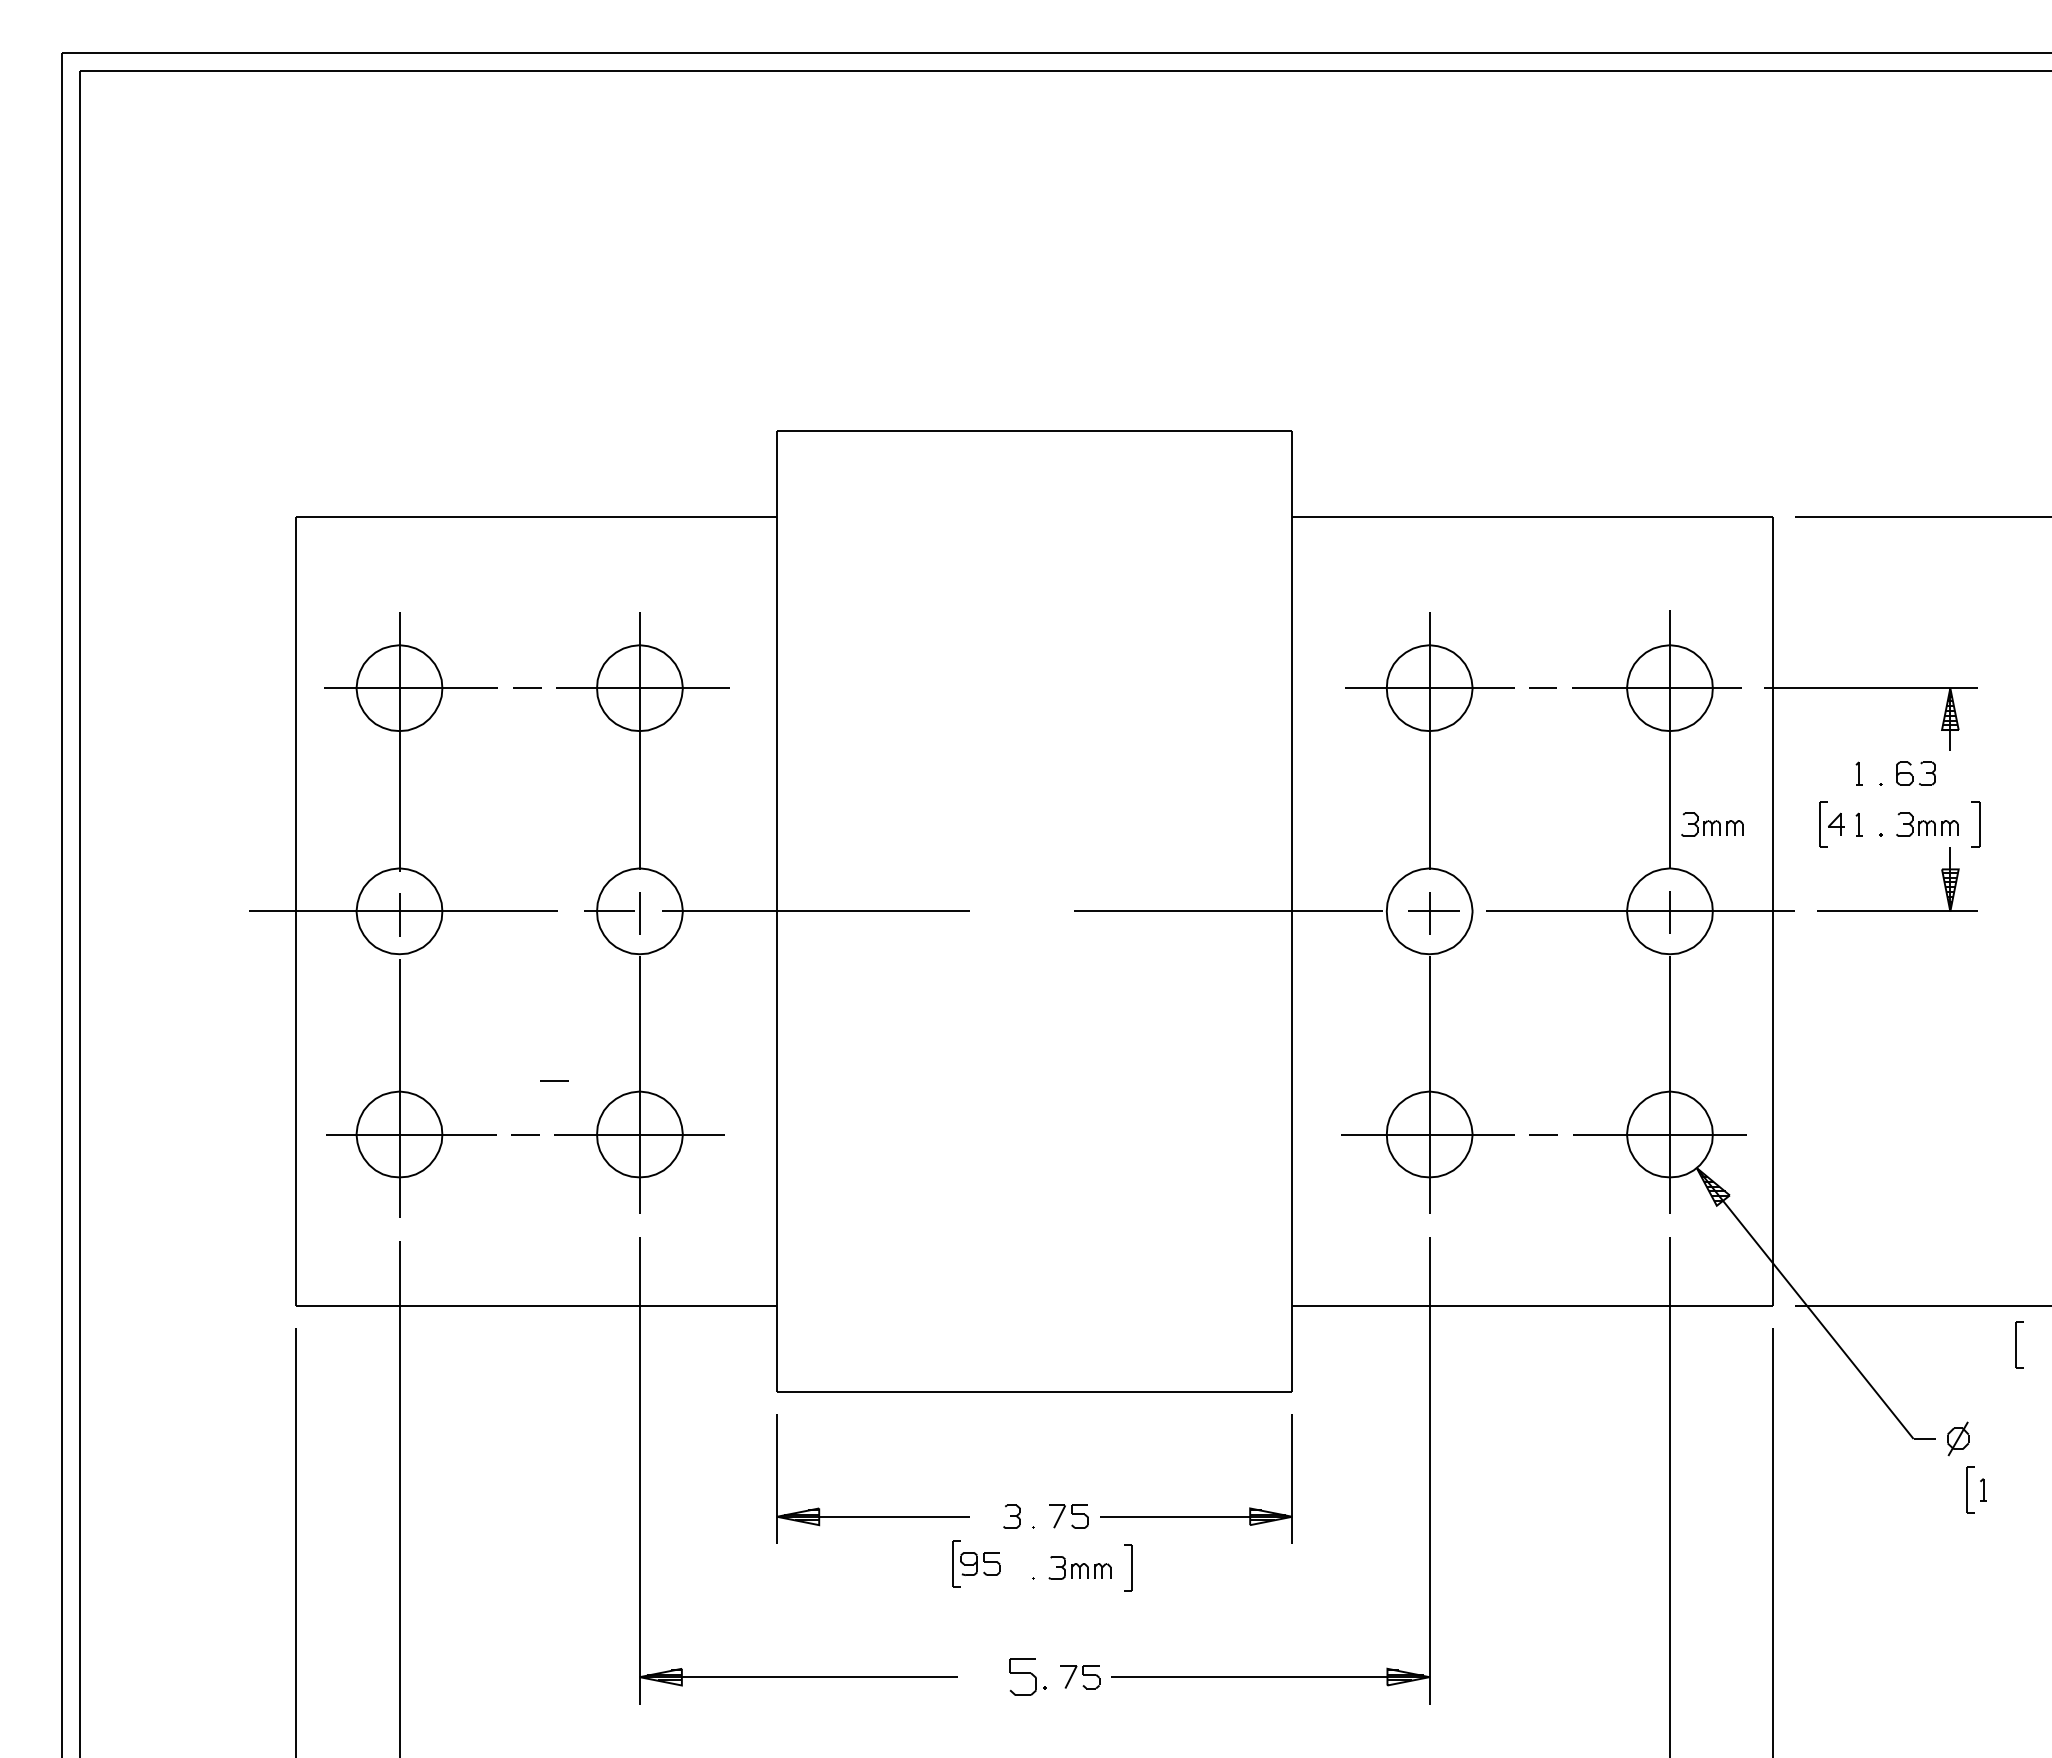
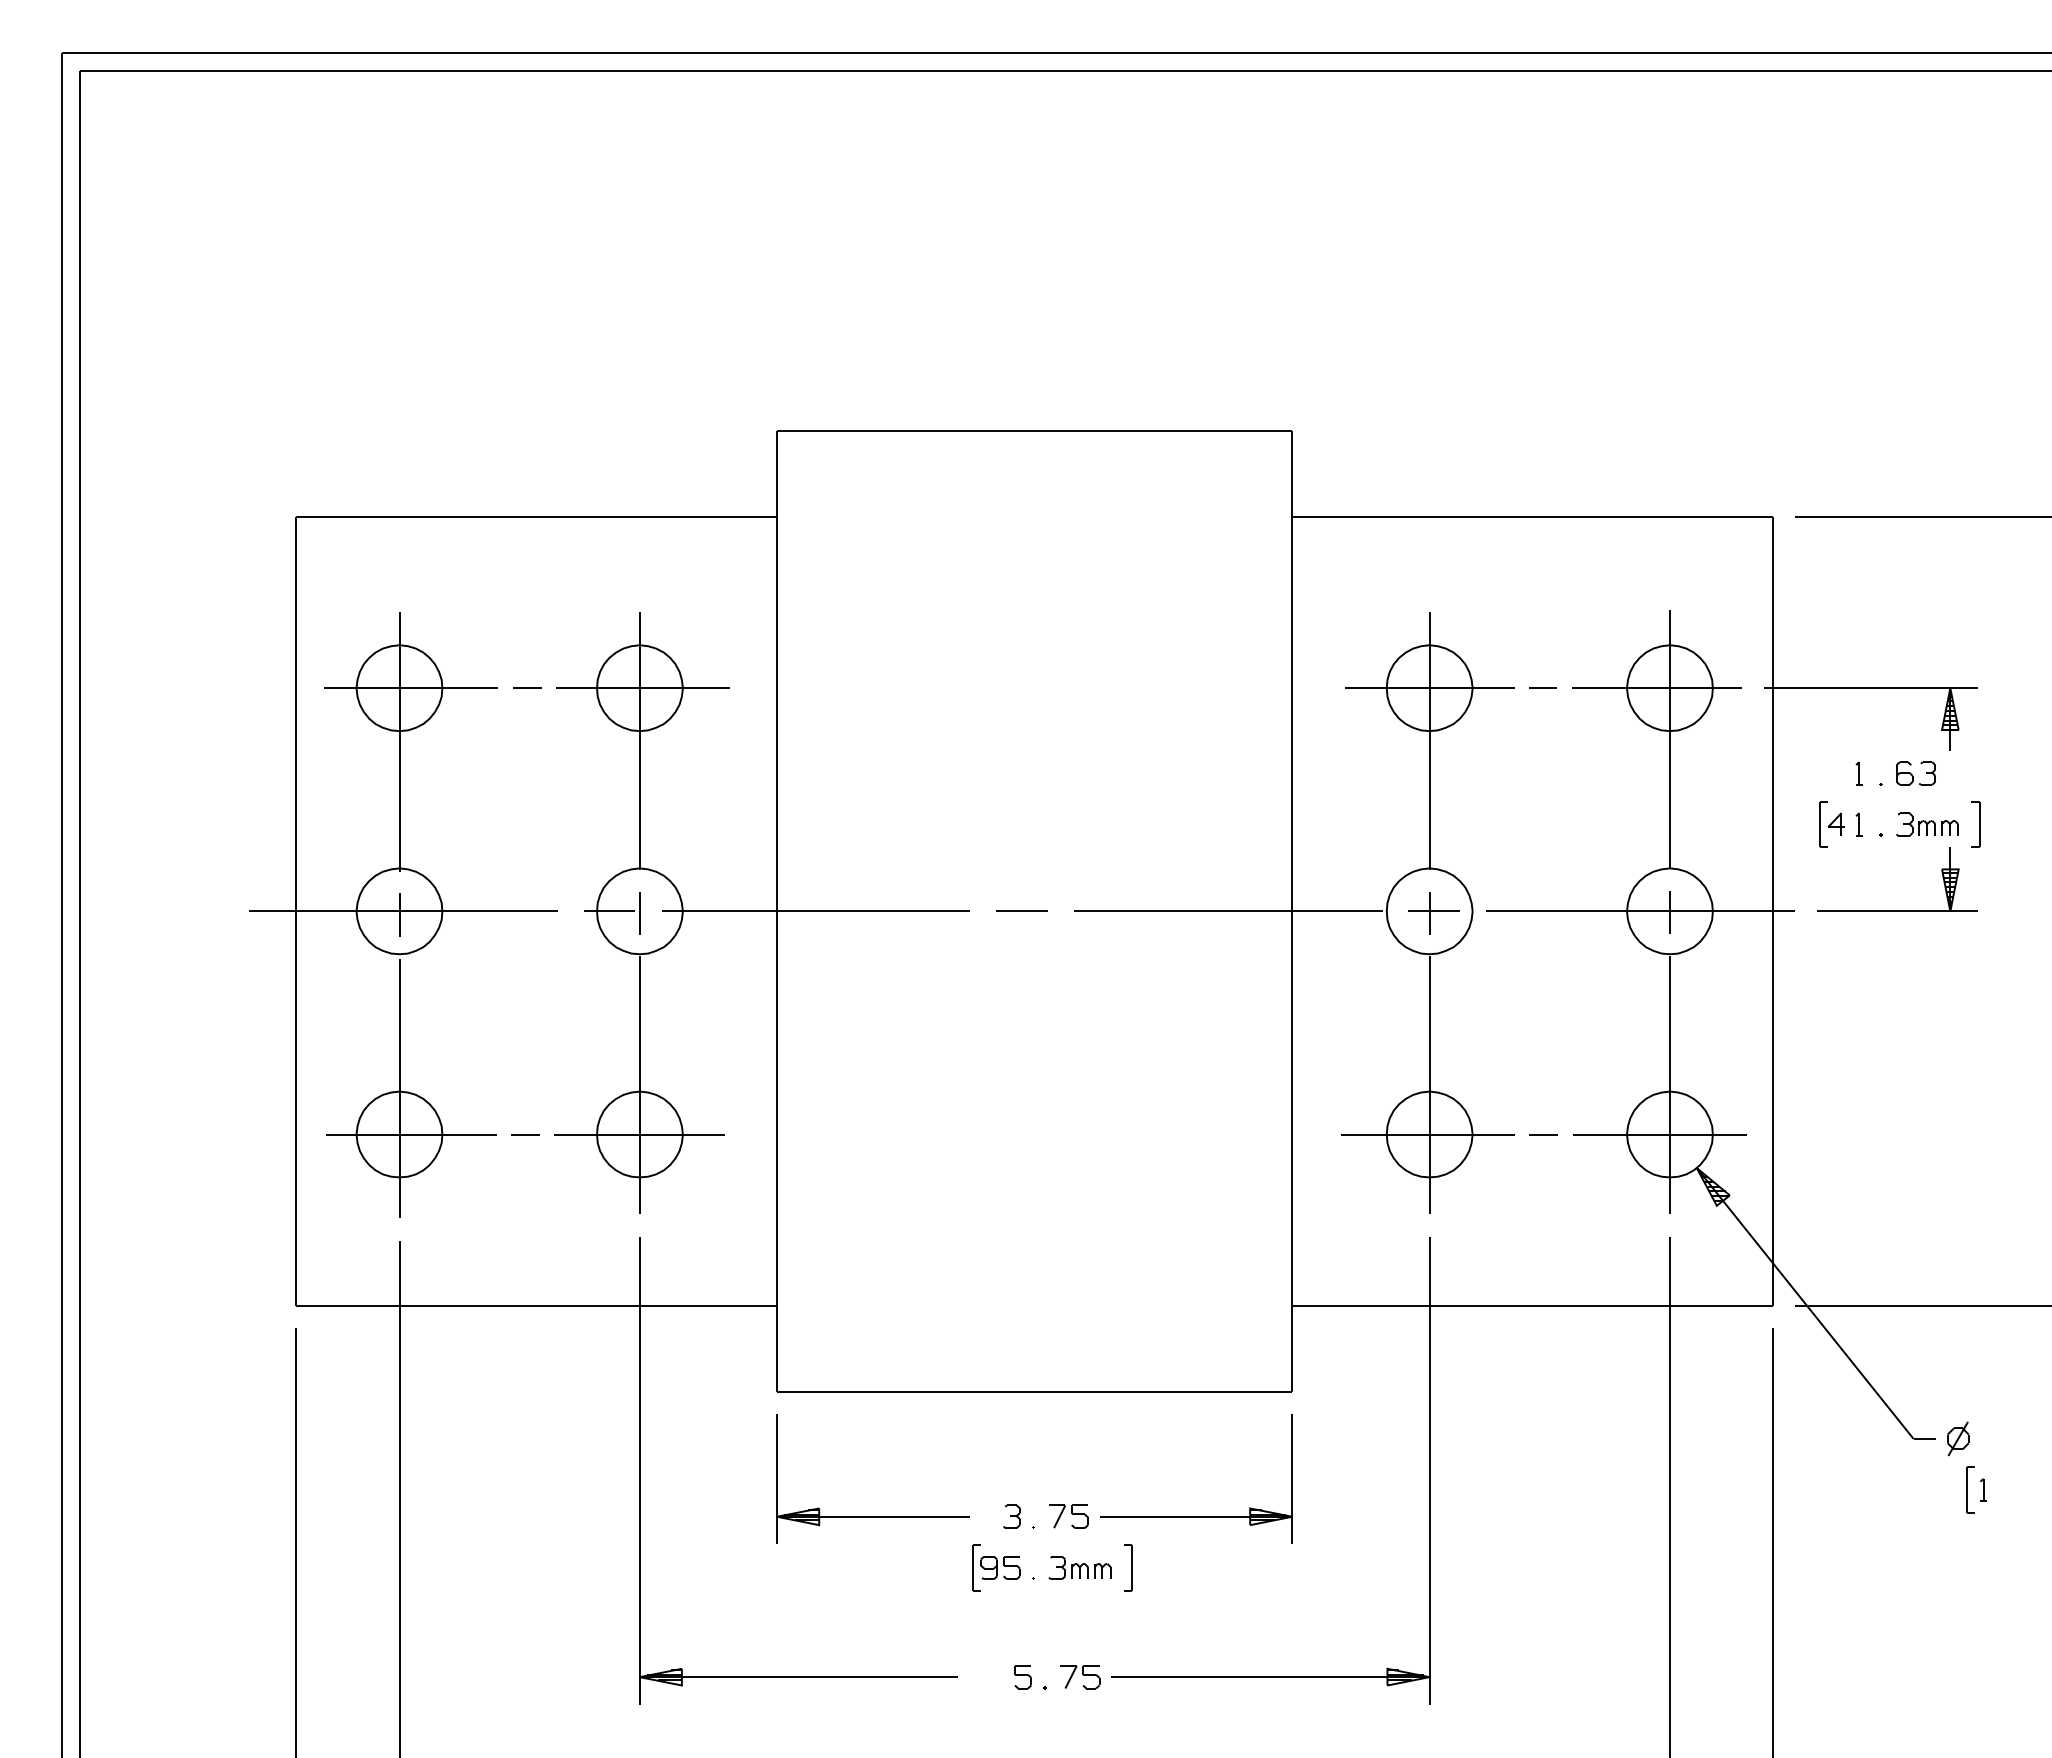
part at (1712, 824): present -> none
line at (1021, 910): none -> present
line at (554, 1080): present -> none
part at (2019, 1344): present -> none
part at (976, 1563) position: (976, 1563) -> (996, 1567)
part at (1022, 1676) size: 28x38 px -> 18x25 px
